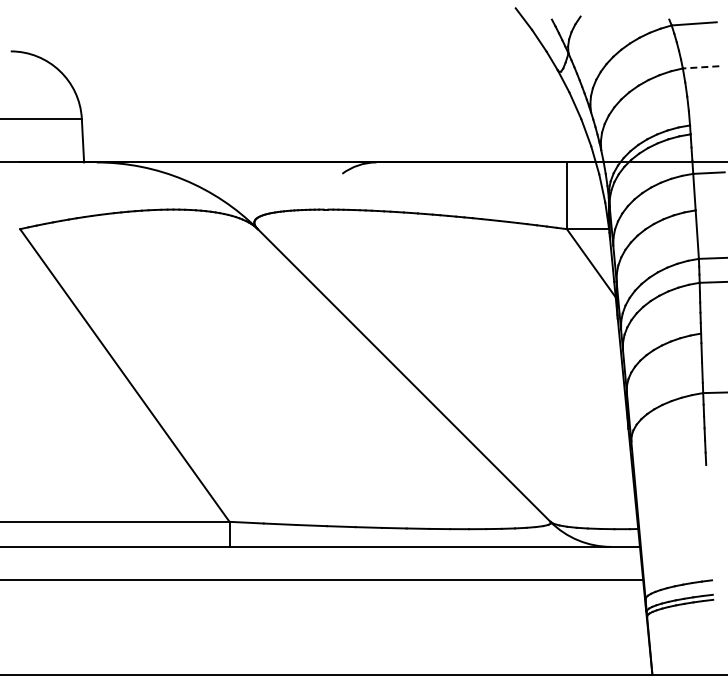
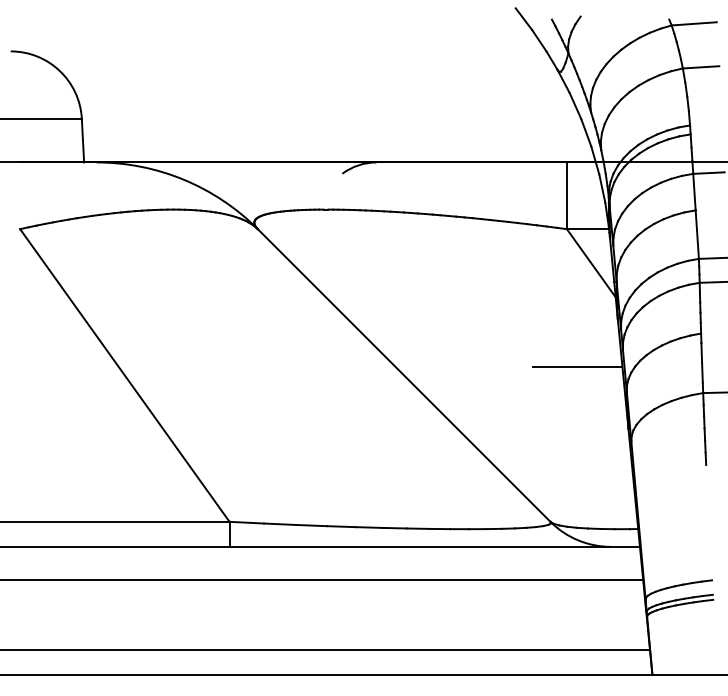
line at (700, 67): dashed -> solid
line at (577, 367): none -> present
line at (326, 649): none -> present
